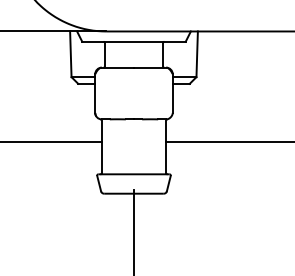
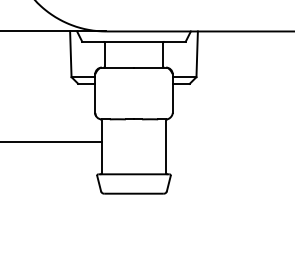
line at (228, 142): present -> none
line at (133, 230): present -> none
